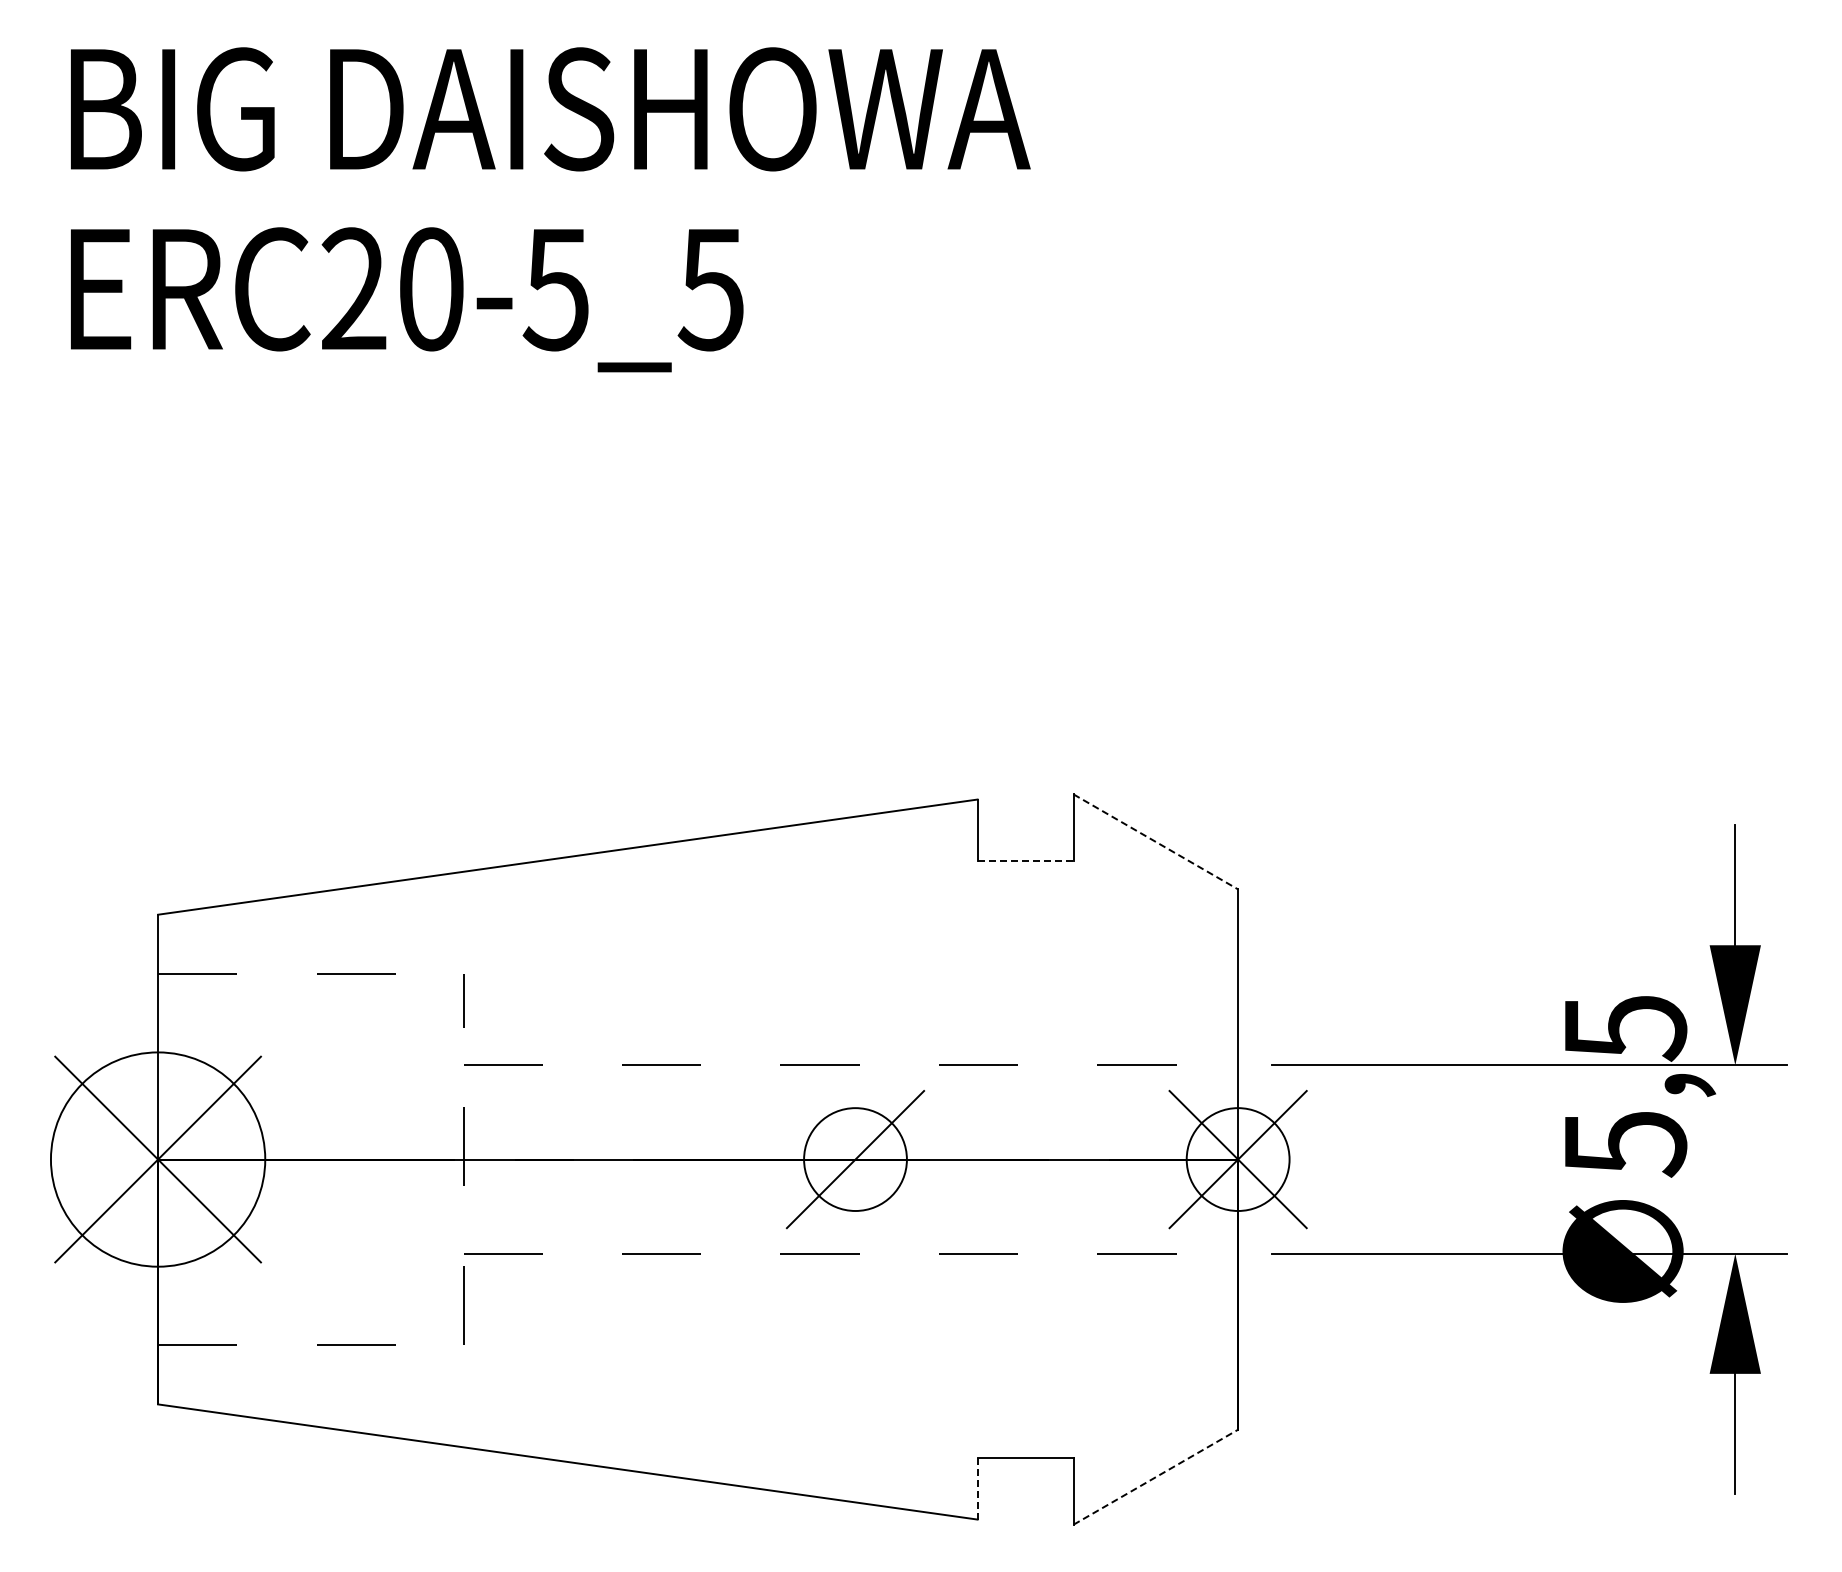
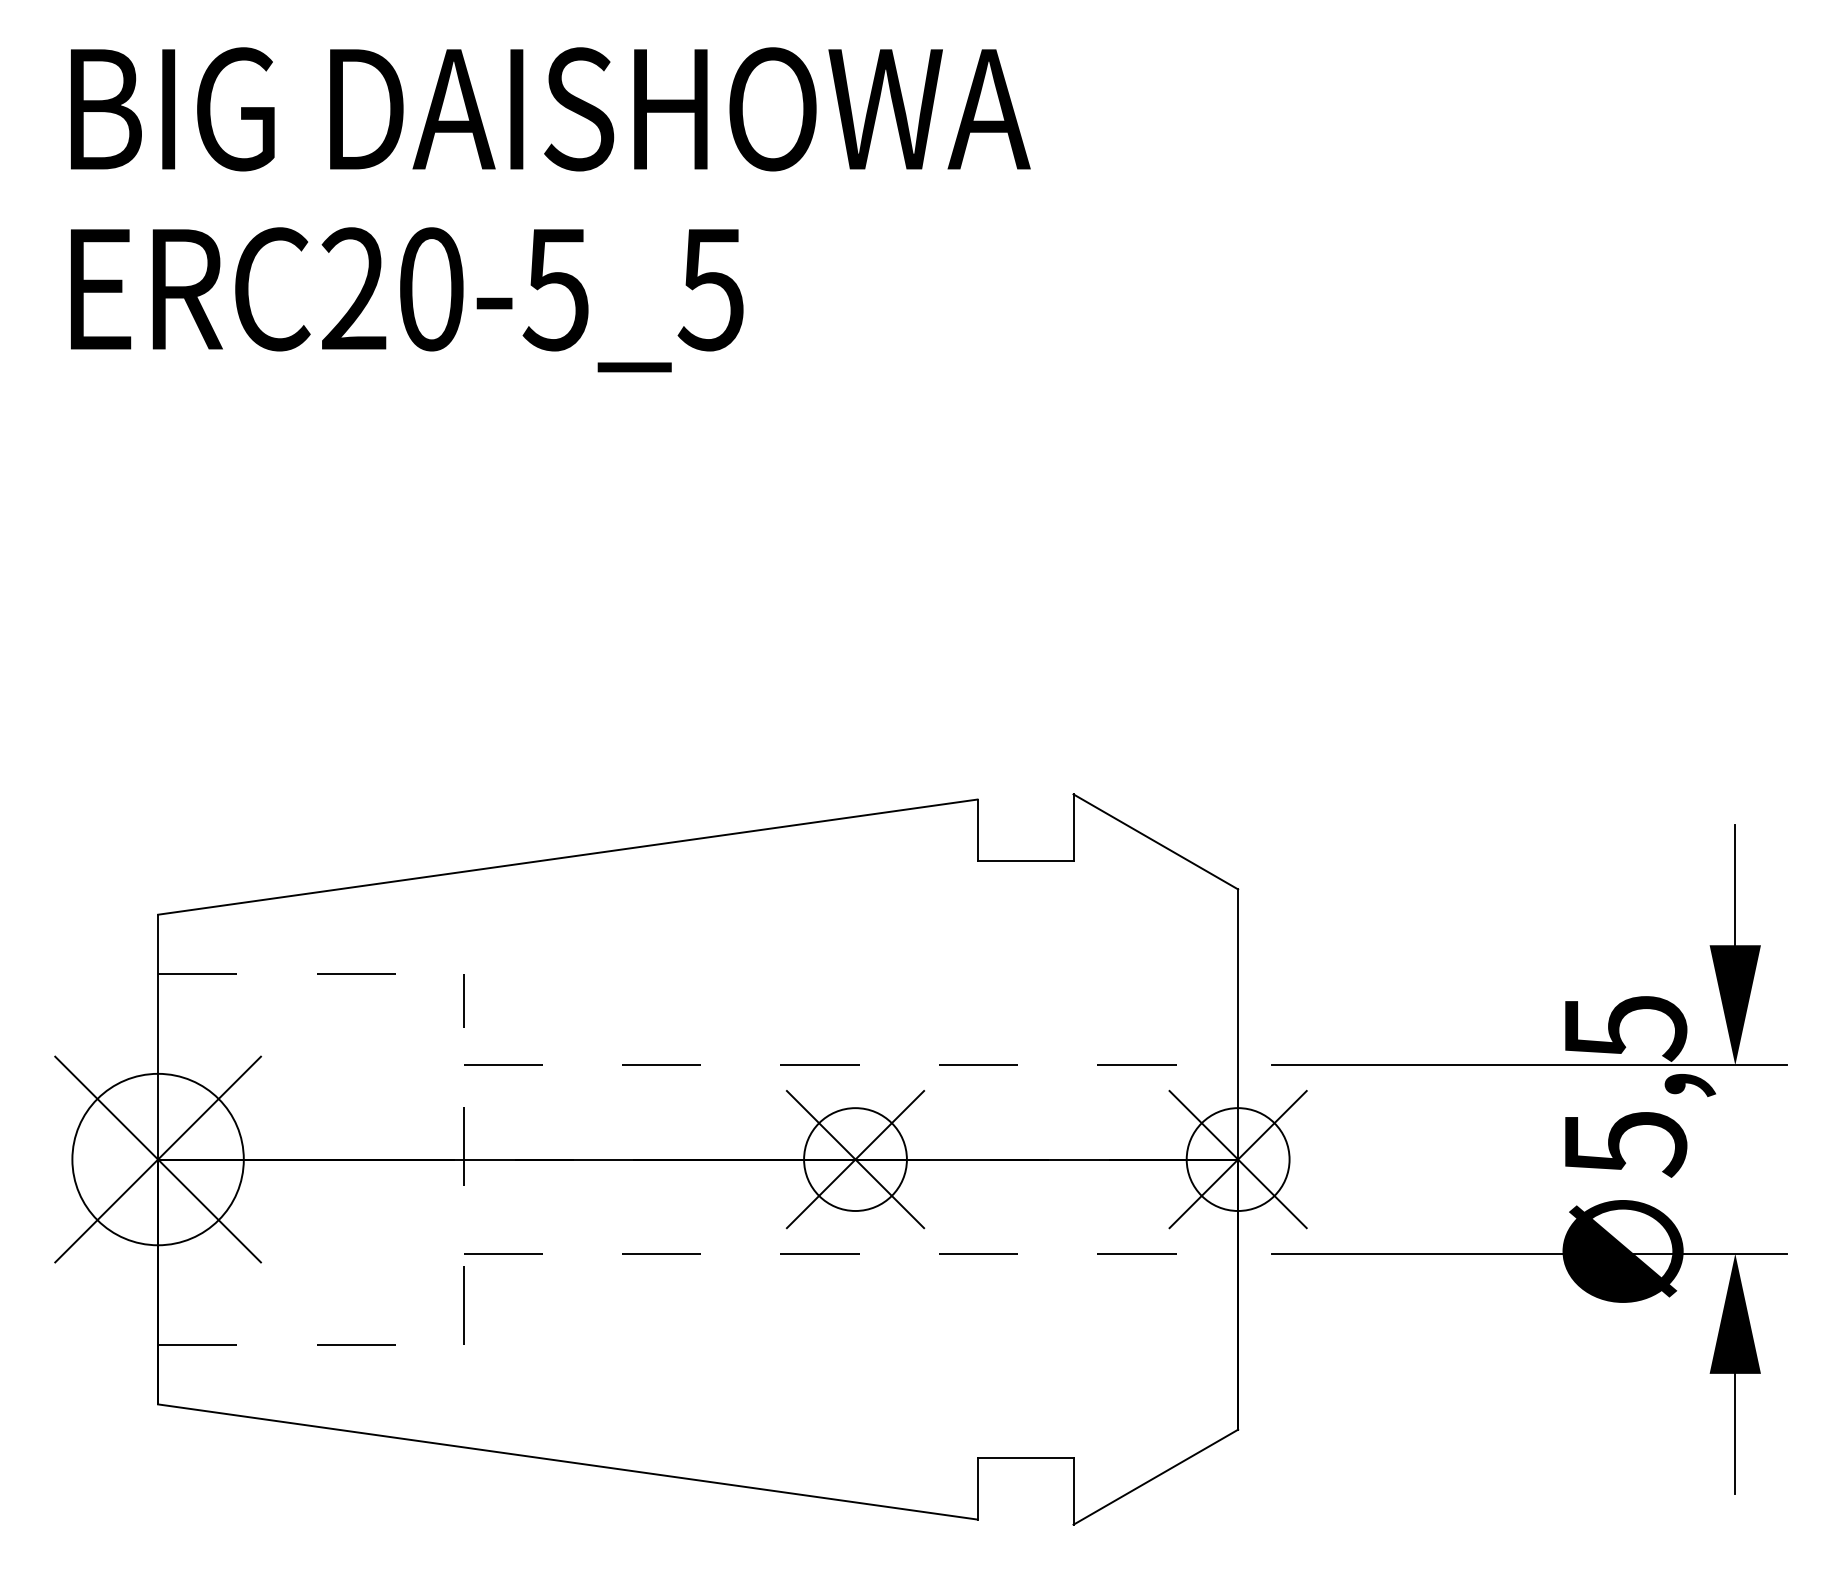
line at (1156, 842): dashed -> solid
line at (1026, 861): dashed -> solid
circle at (157, 1159) diameter: 214 px -> 171 px
line at (855, 1159): none -> present
line at (1156, 1476): dashed -> solid
line at (977, 1488): dashed -> solid
